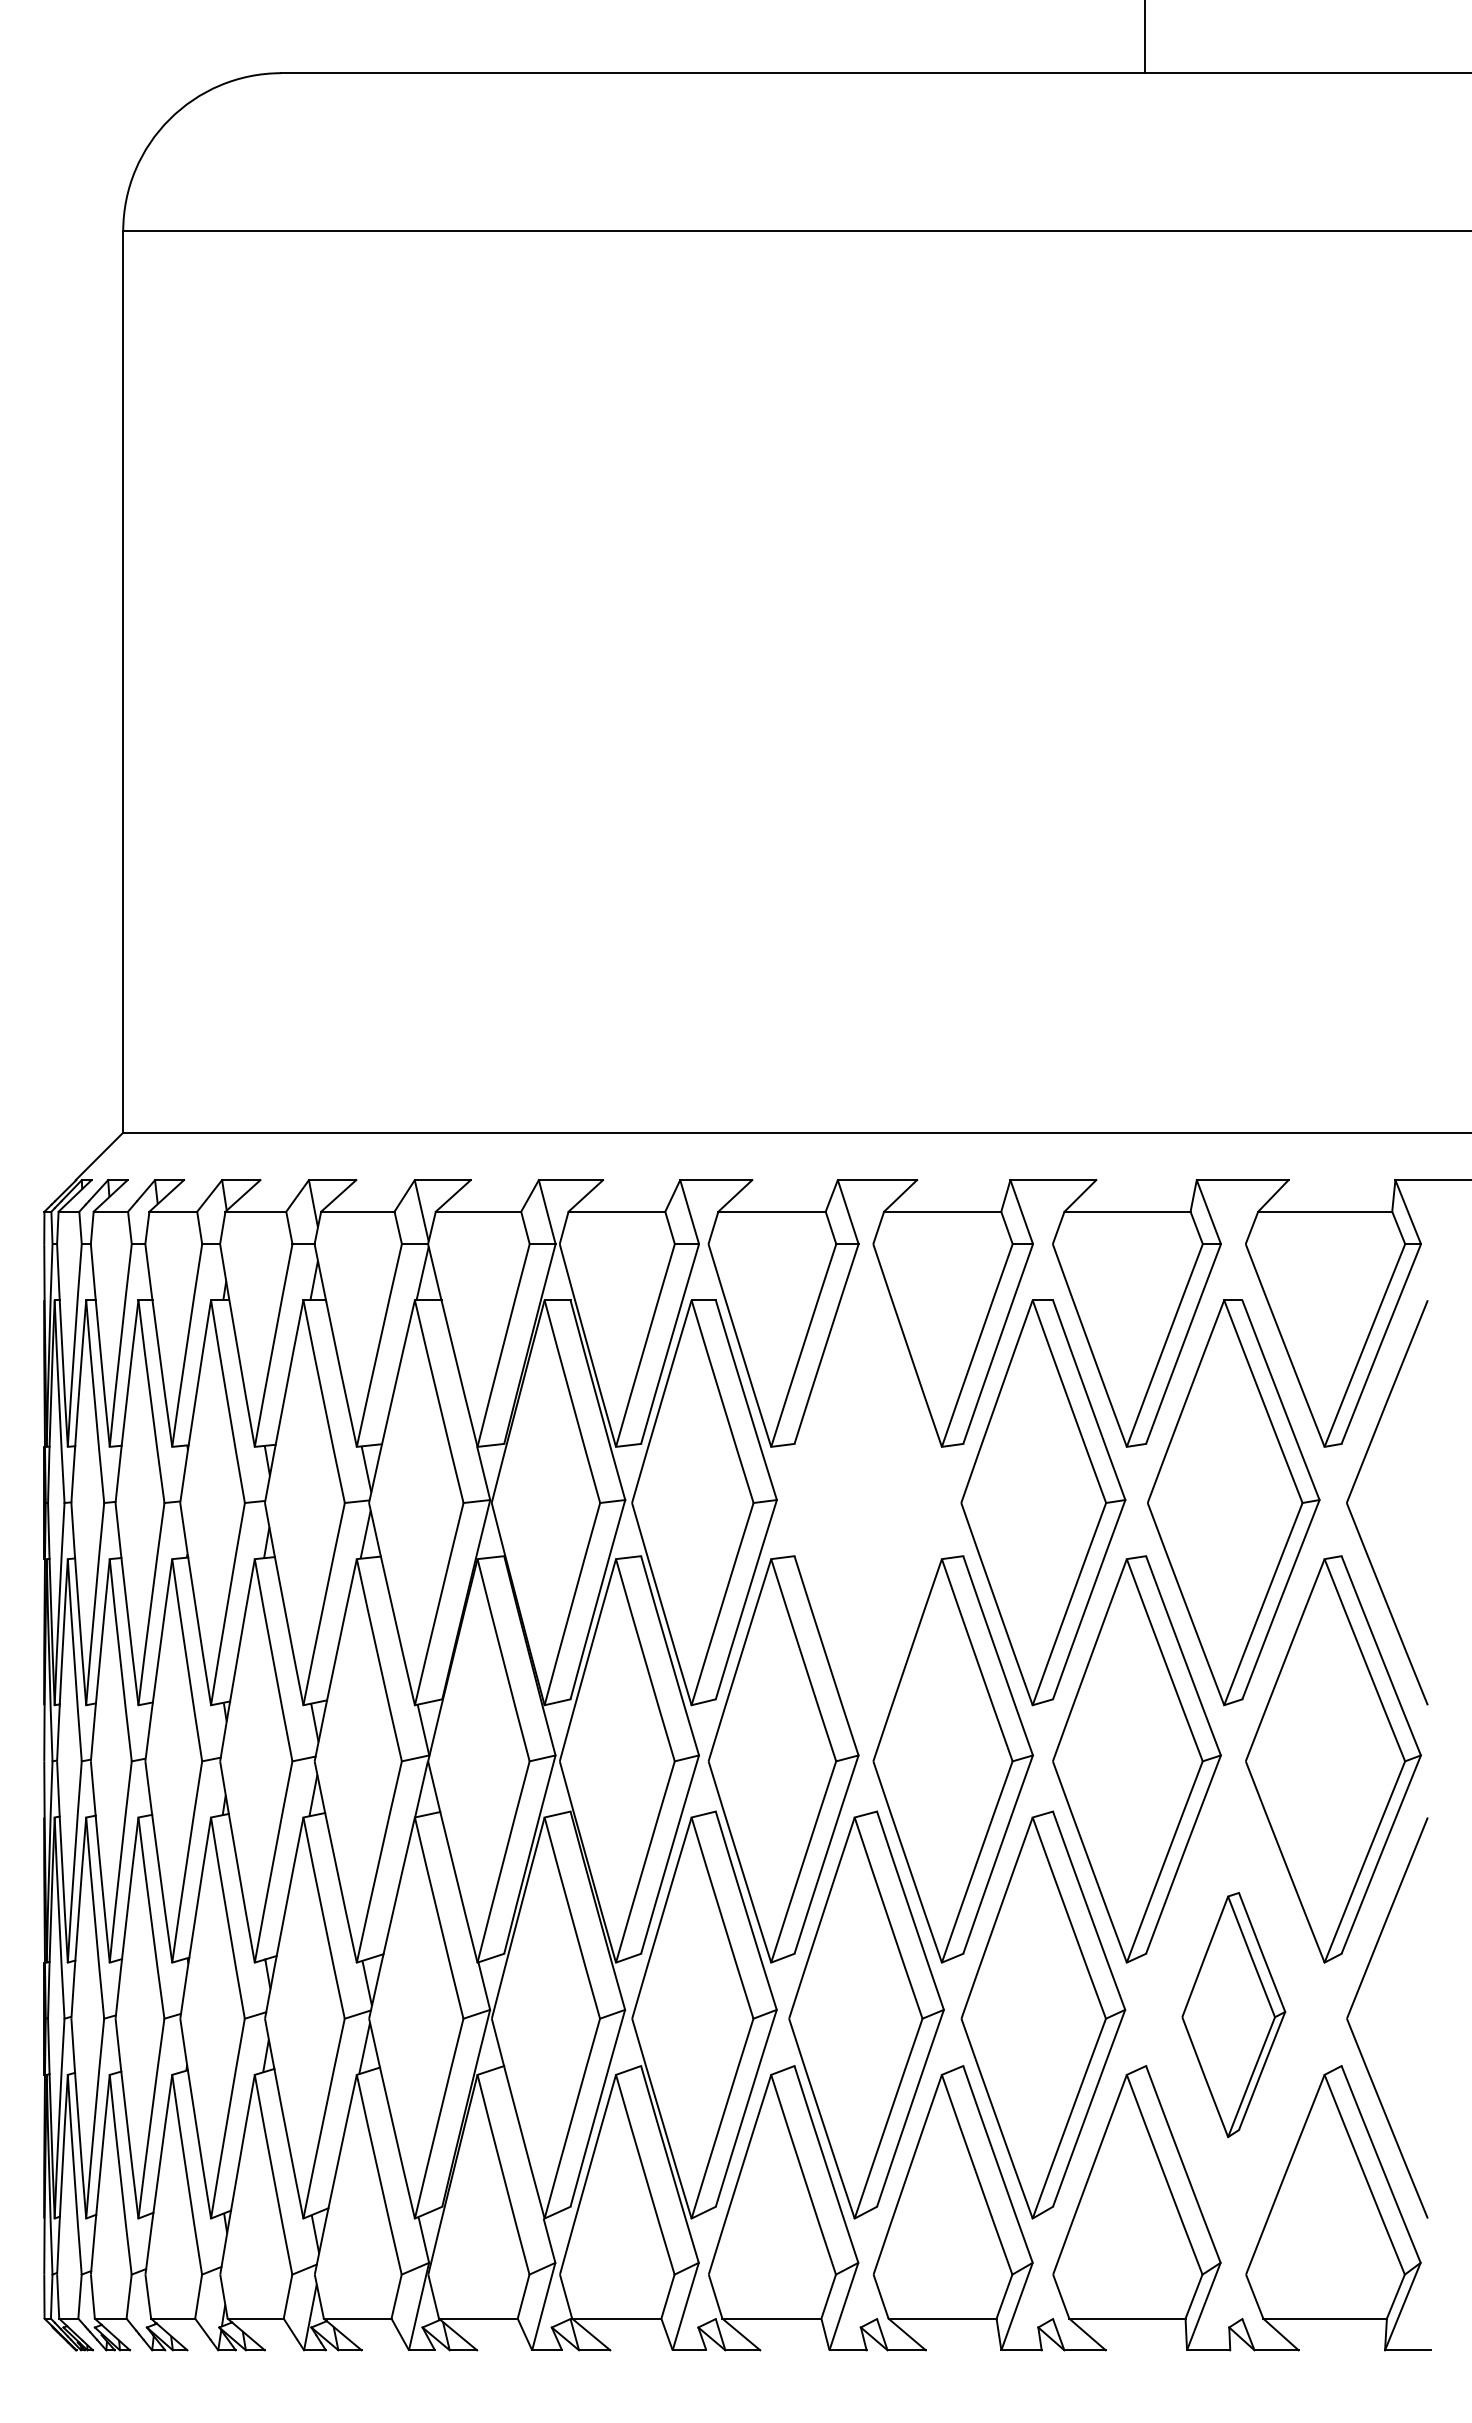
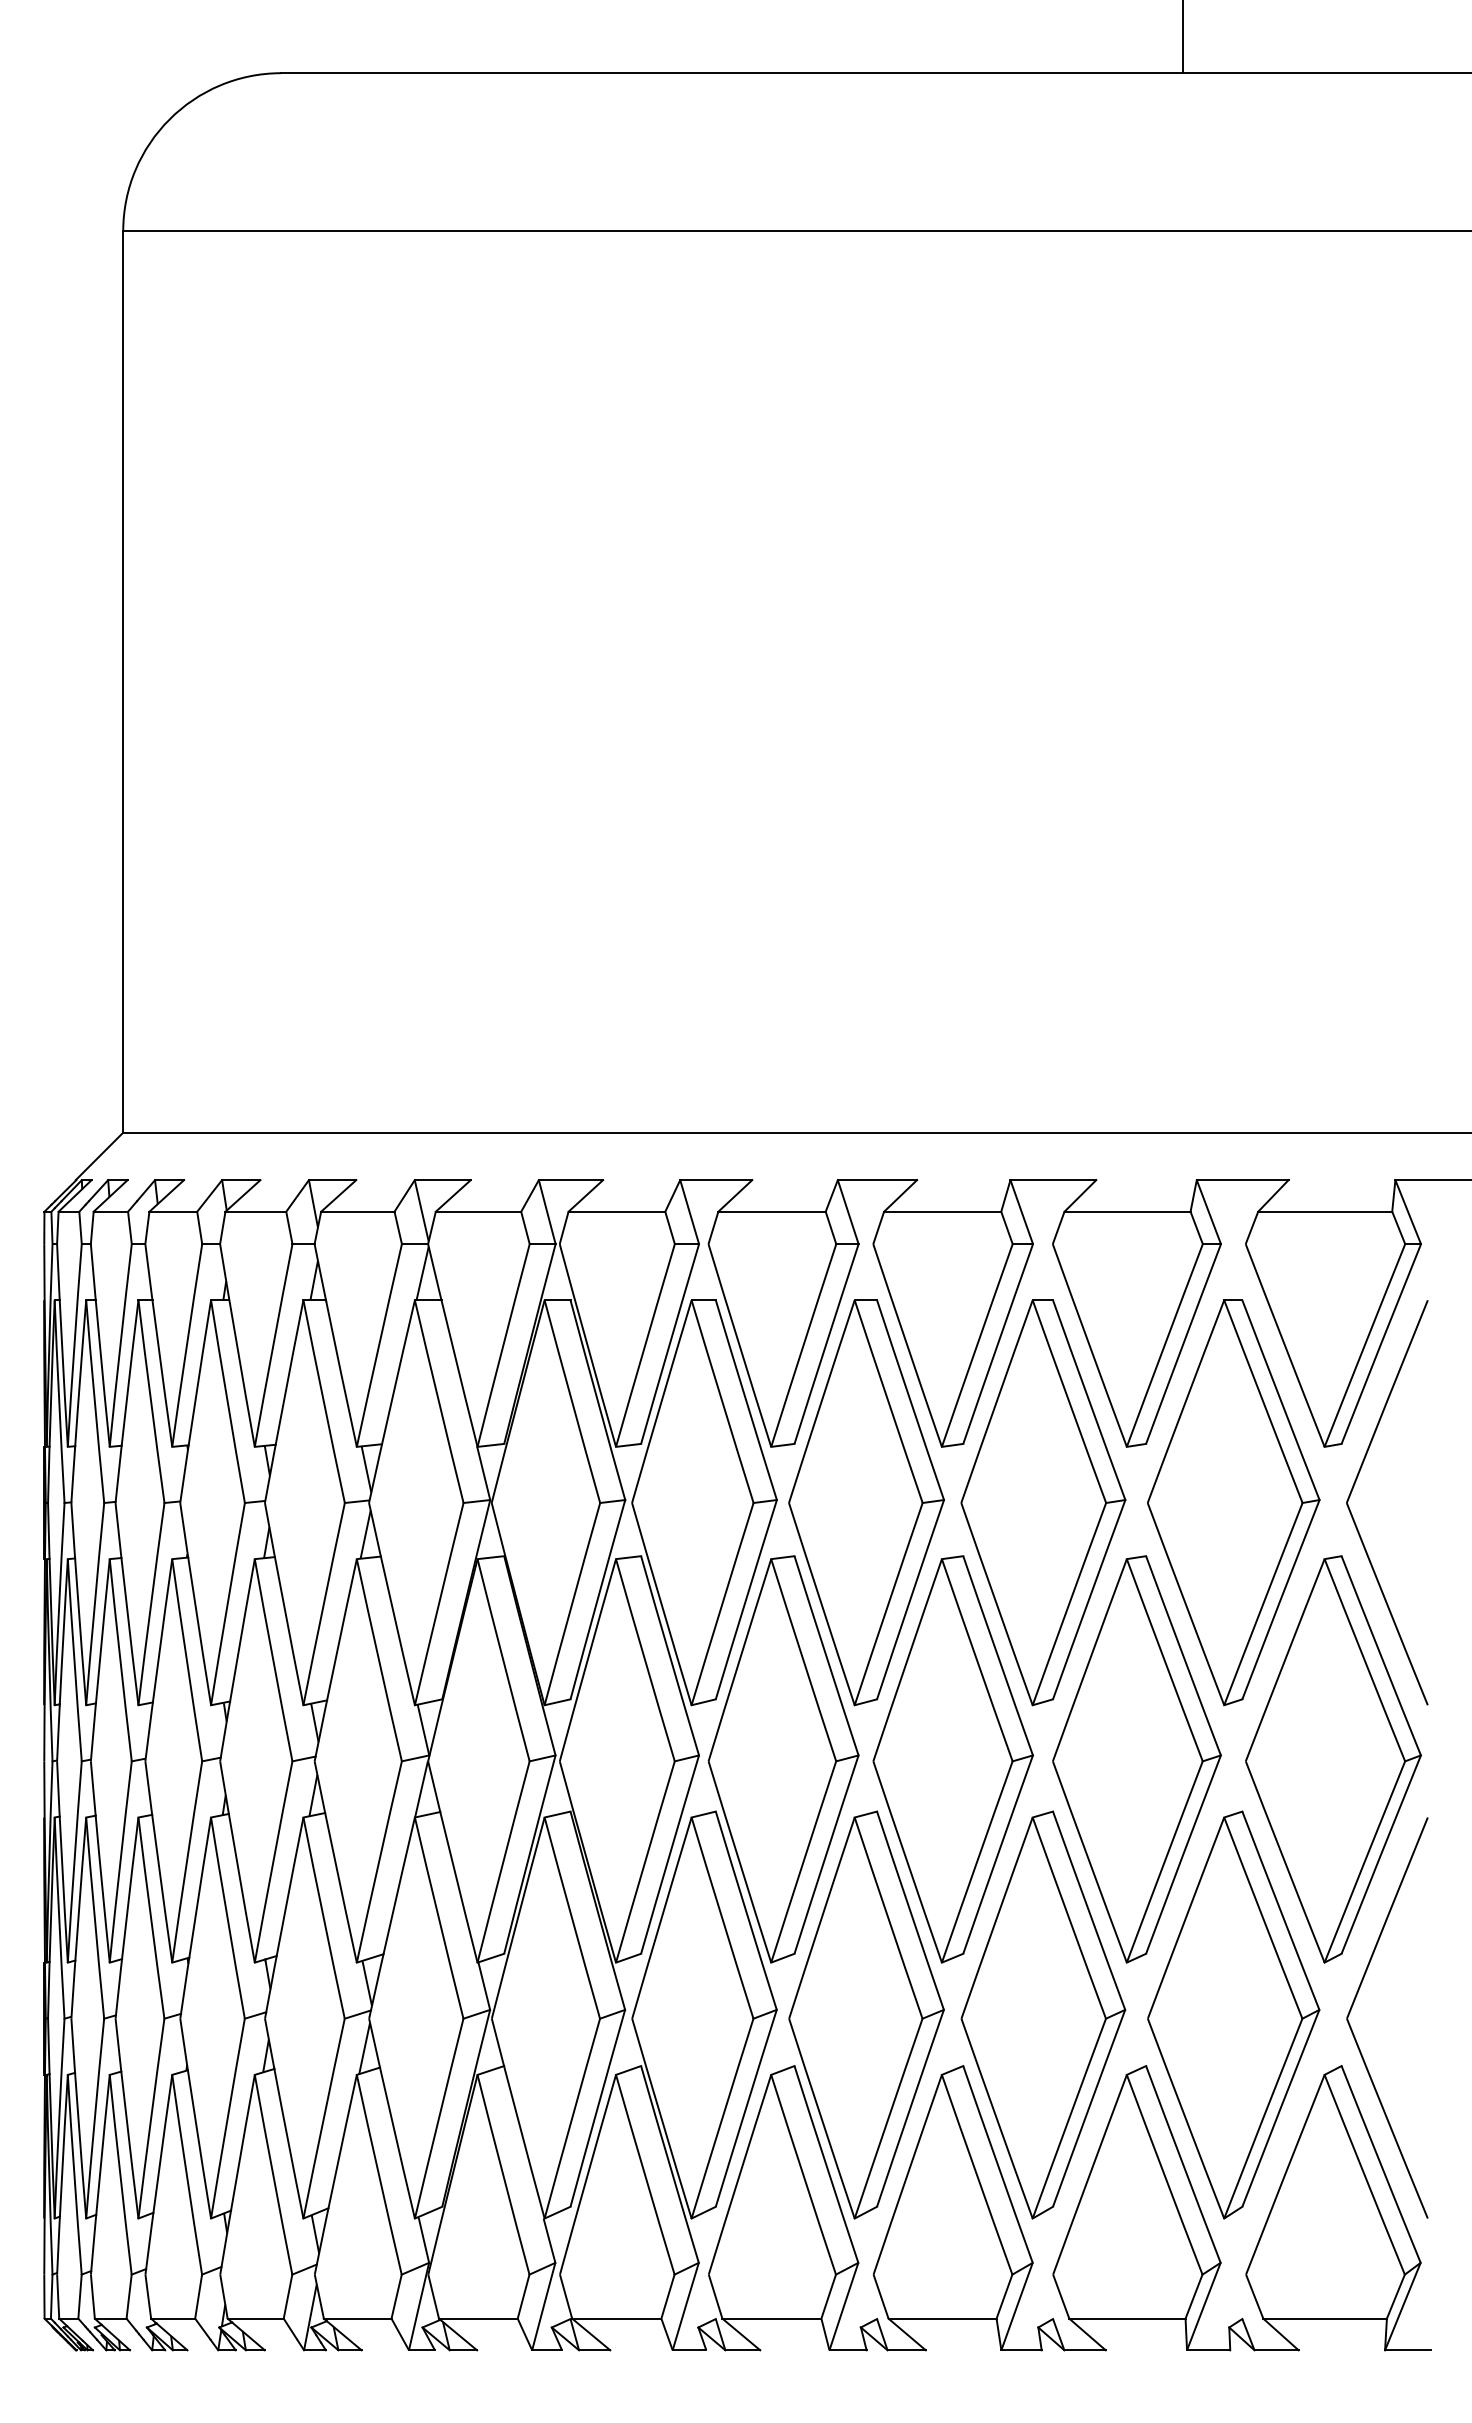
line at (1144, 37) position: (1144, 37) -> (1182, 37)
part at (866, 1502): none -> present
part at (1233, 2015) size: 106x247 px -> 174x410 px
